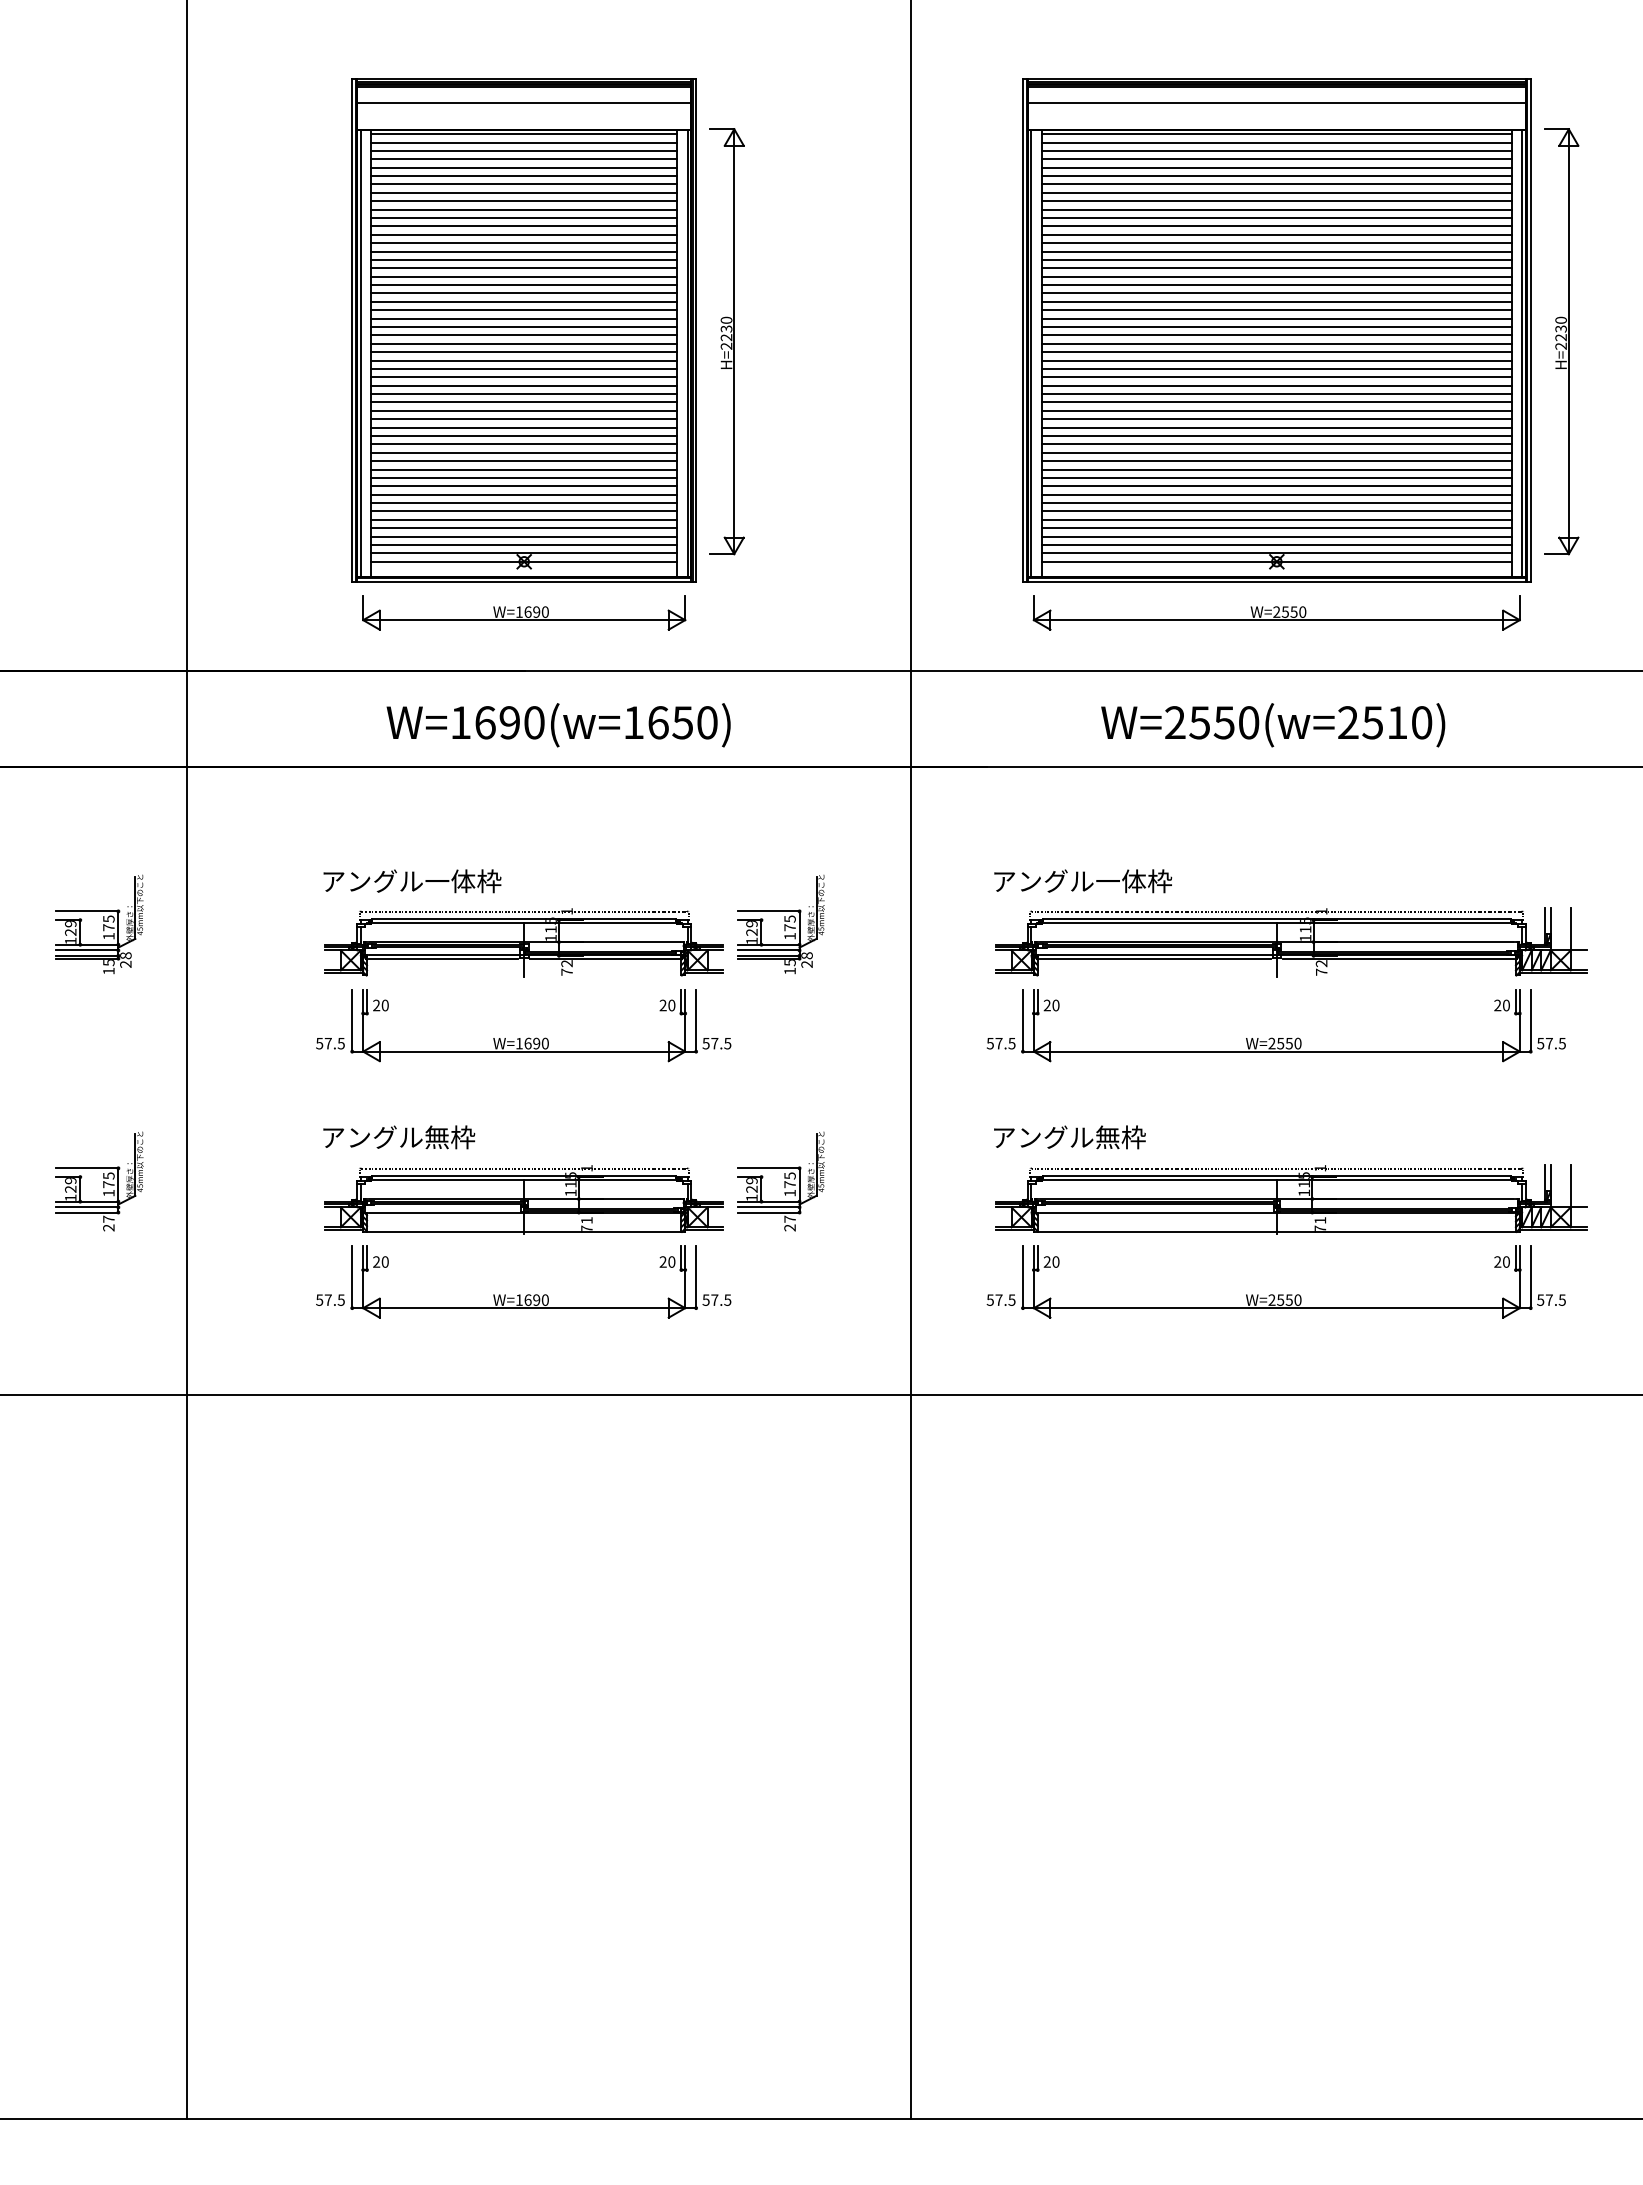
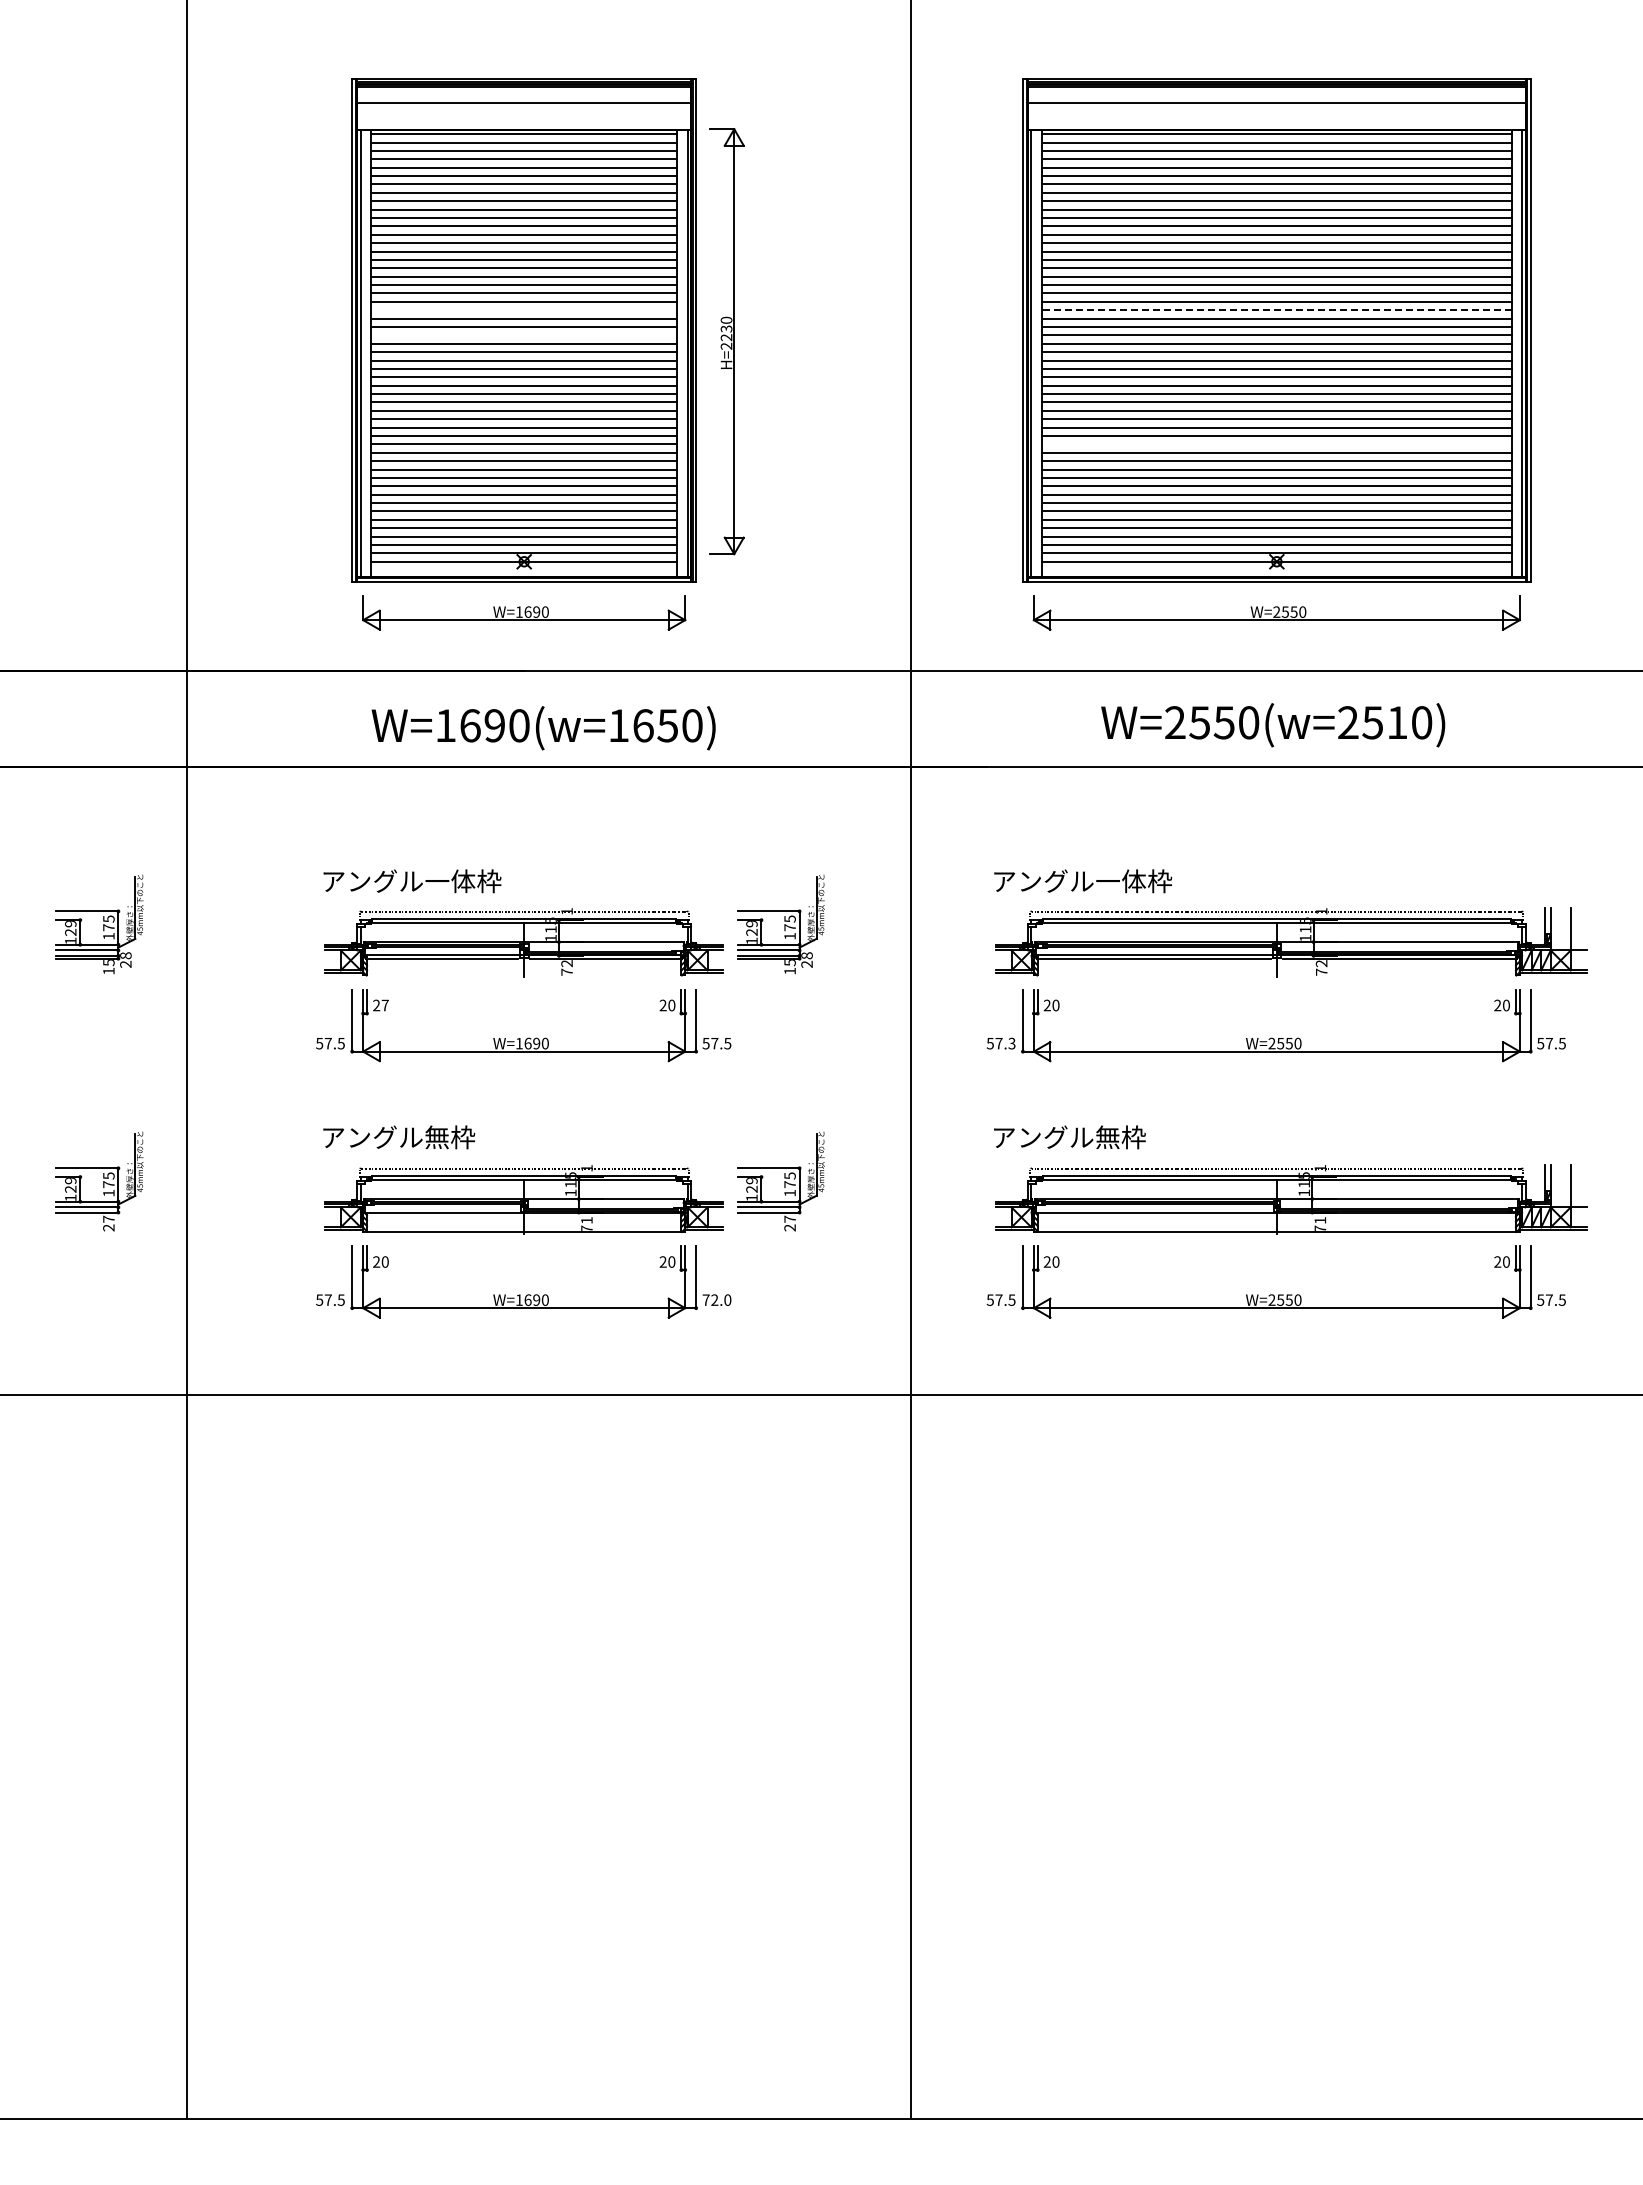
line at (524, 310): present -> none
line at (1276, 310): solid -> dashed
line at (524, 335): present -> none
part at (1561, 341): present -> none
line at (1276, 444): present -> none
text at (558, 725) position: (558, 725) -> (543, 728)
text at (384, 1005): 20 -> 27
text at (1012, 1042): 57.5 -> 57.3
text at (716, 1299): 57.5 -> 72.0
